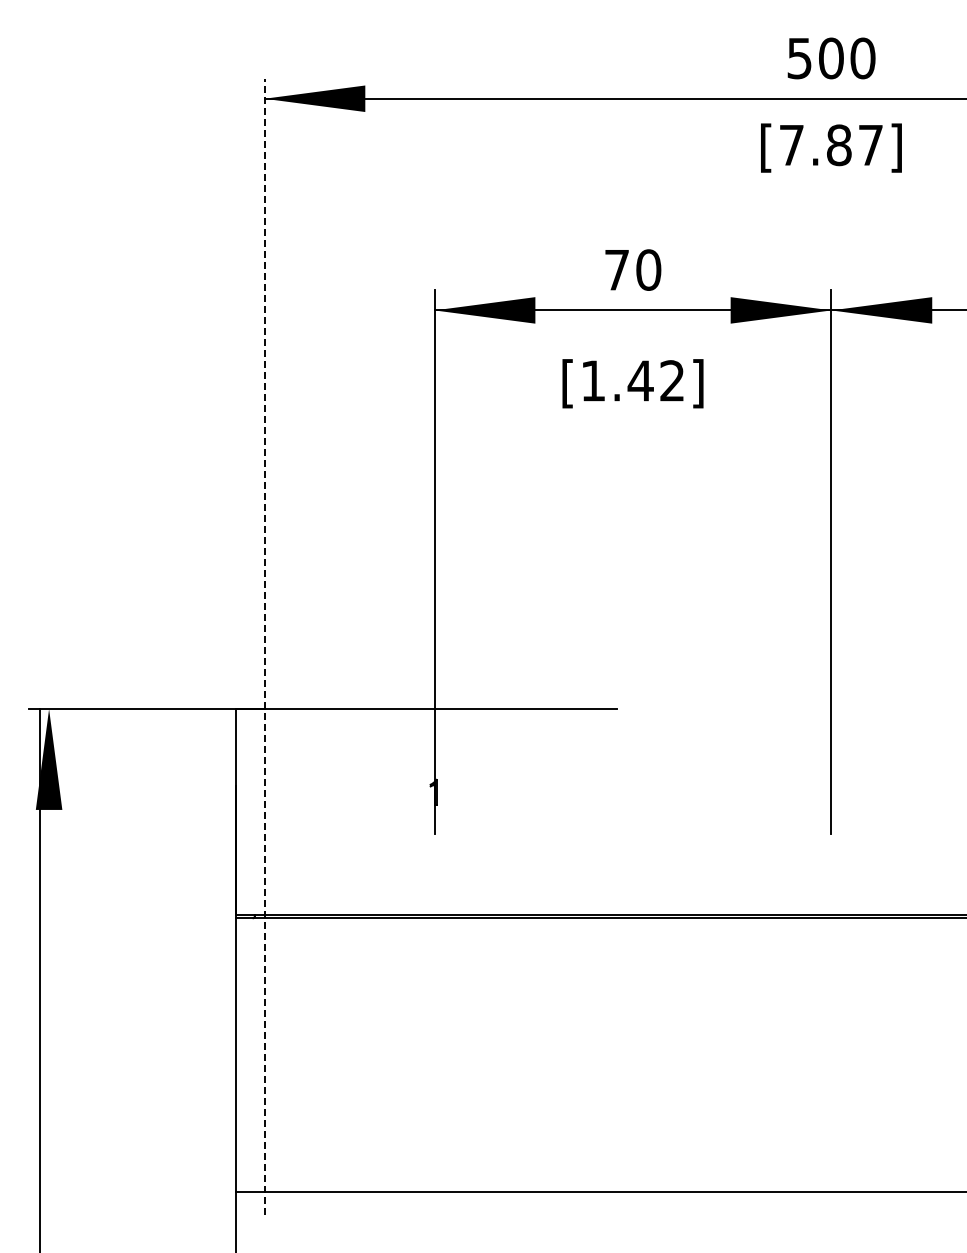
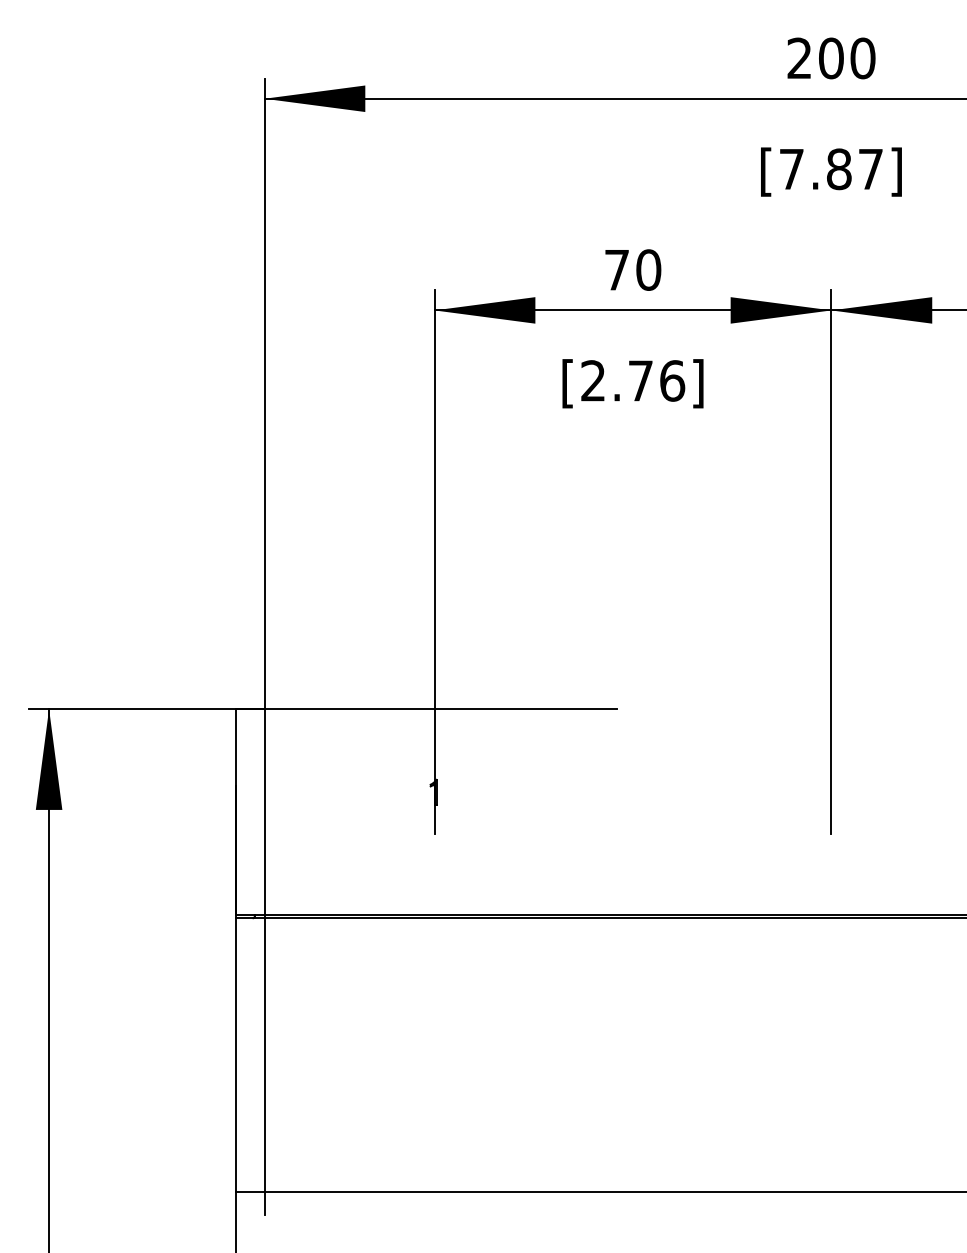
text at (799, 58): 500 -> 200
text at (831, 147) position: (831, 147) -> (831, 171)
text at (633, 380): [1.42] -> [2.76]
line at (264, 646): dashed -> solid
line at (40, 979) position: (40, 979) -> (49, 979)
